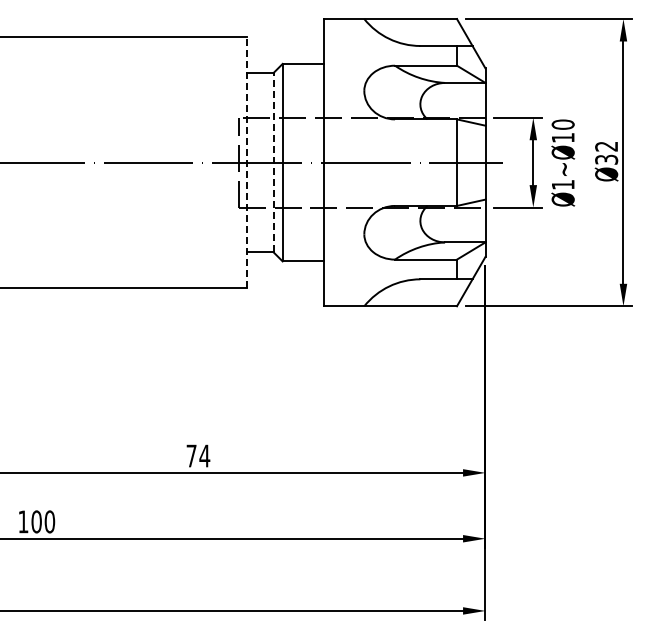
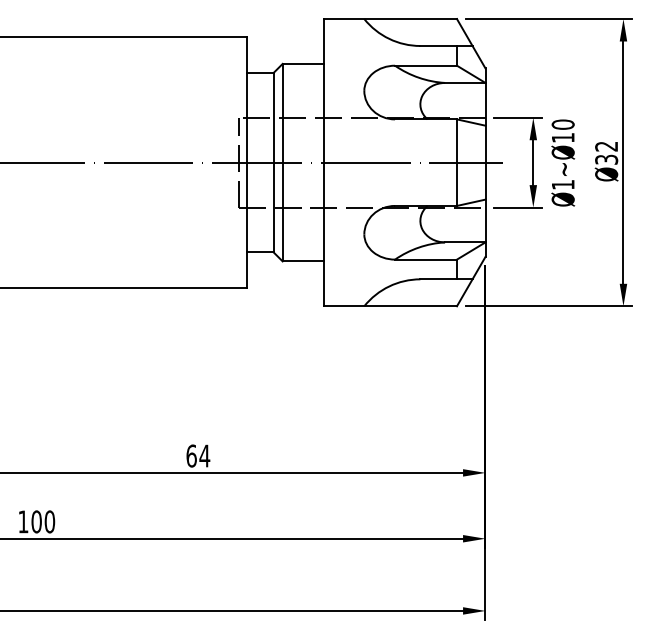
line at (246, 162): dashed -> solid
line at (273, 162): dashed -> solid
text at (191, 455): 74 -> 64
